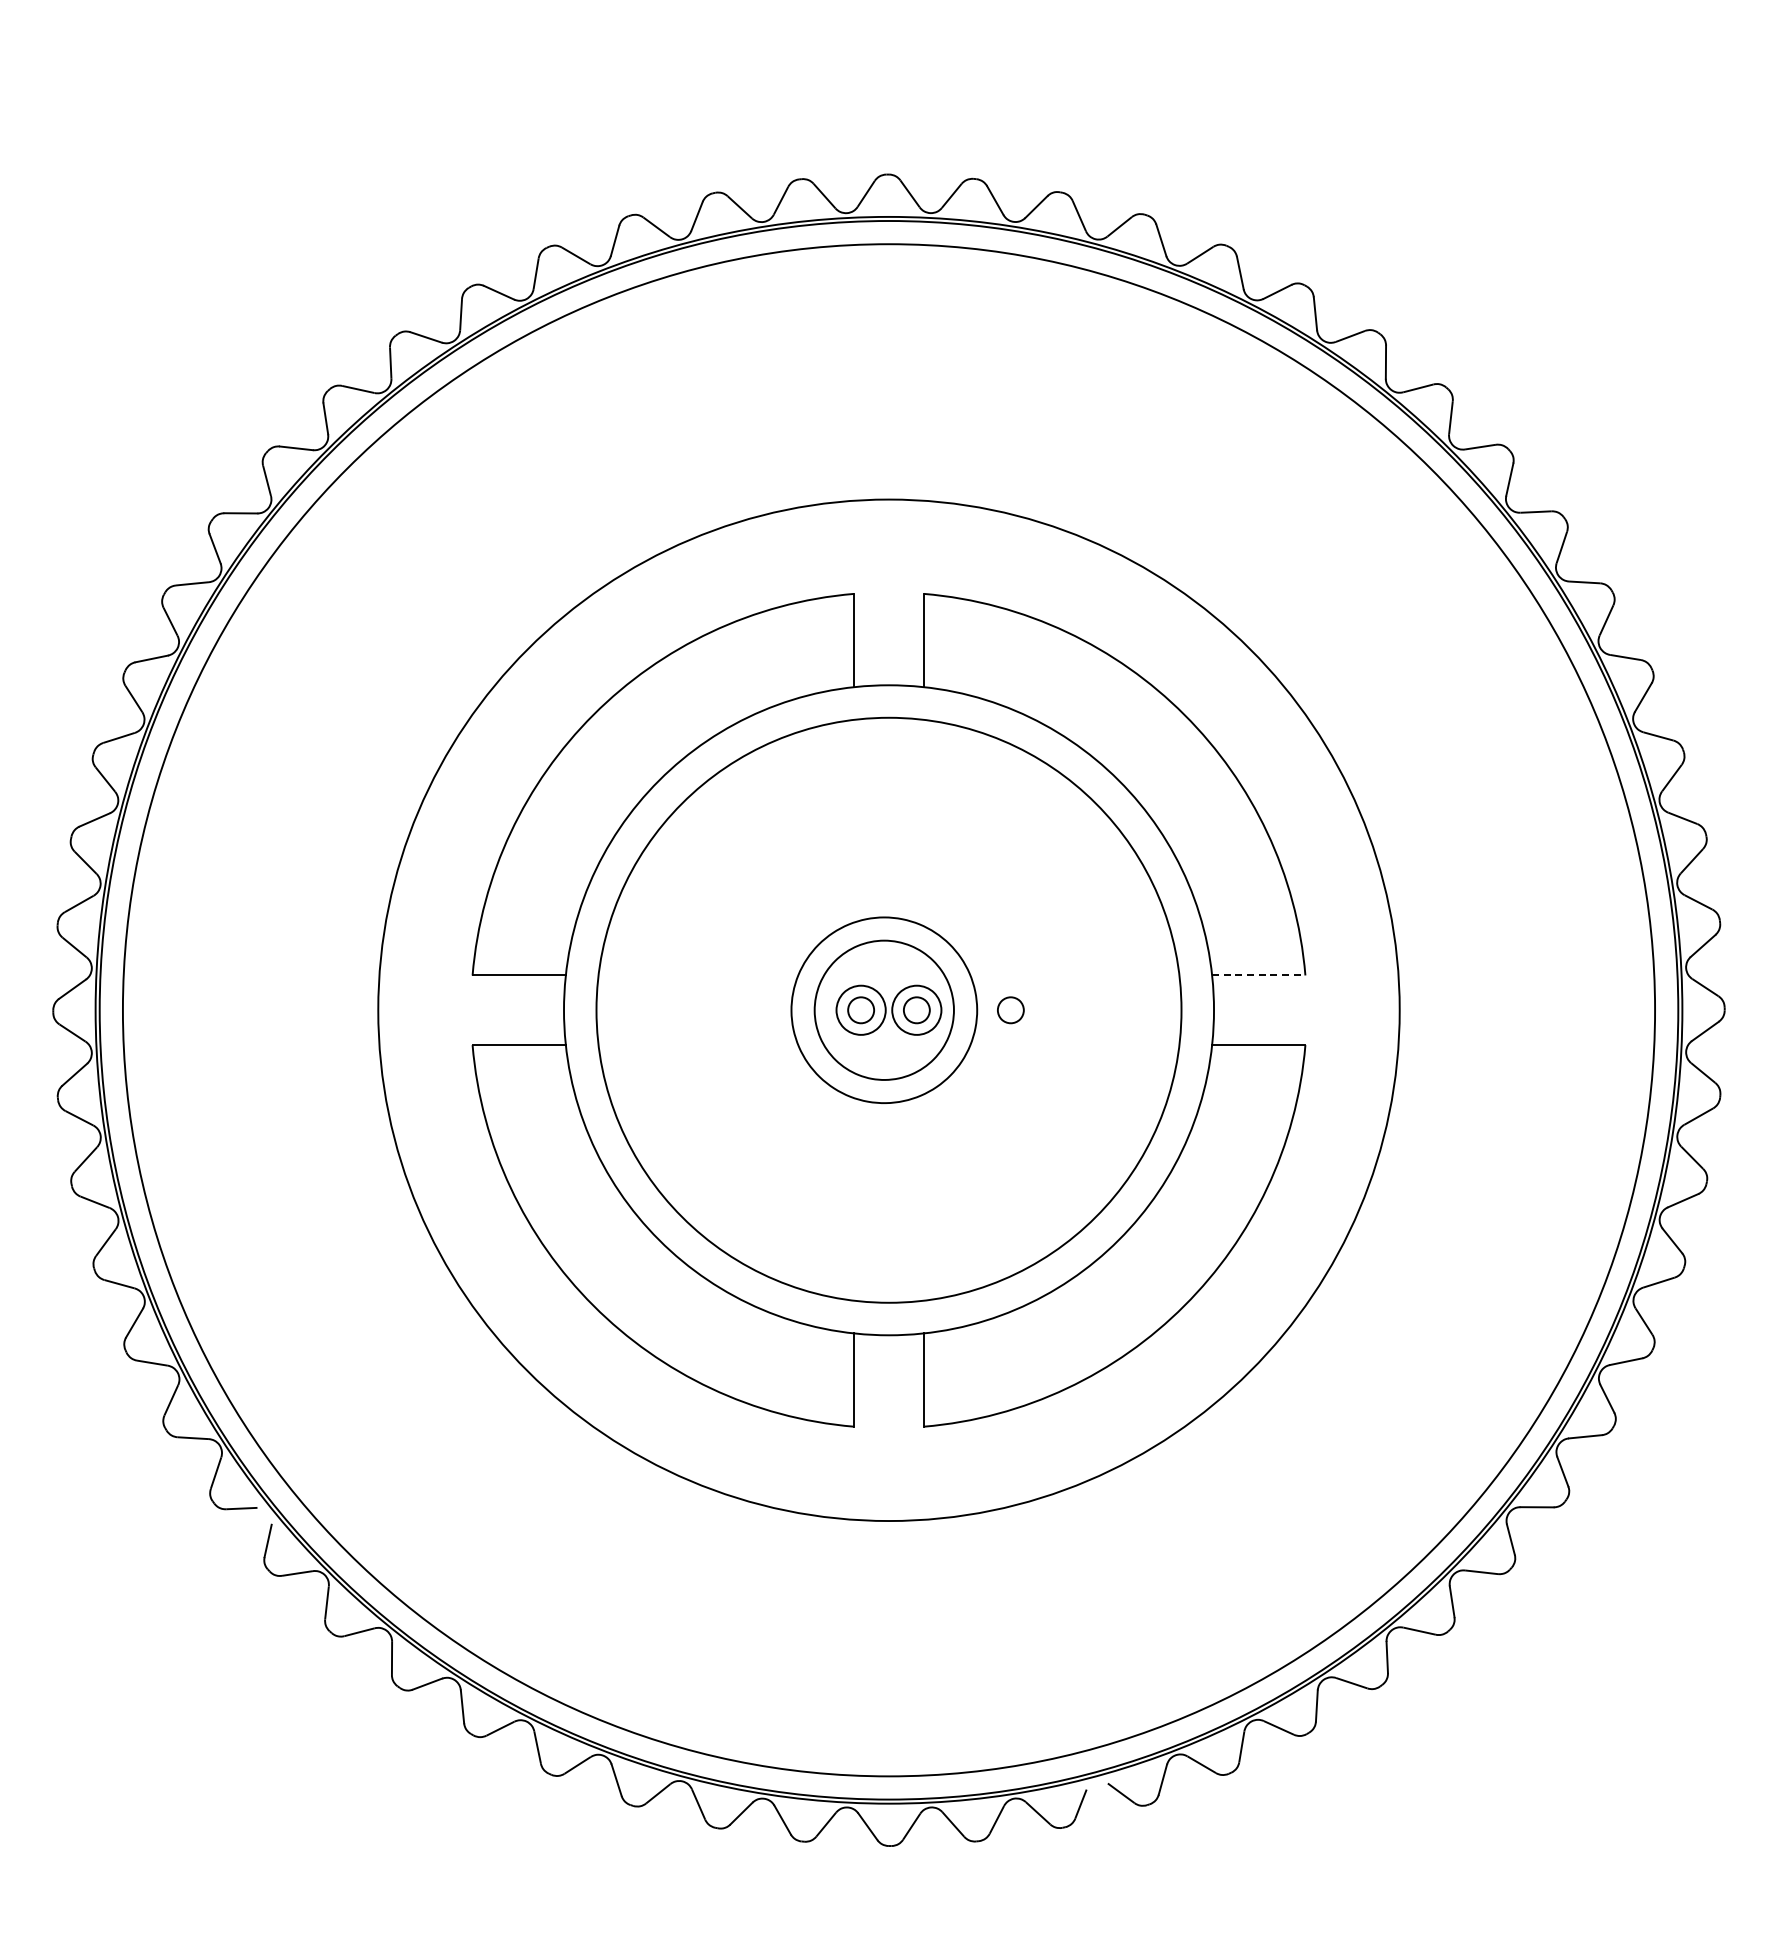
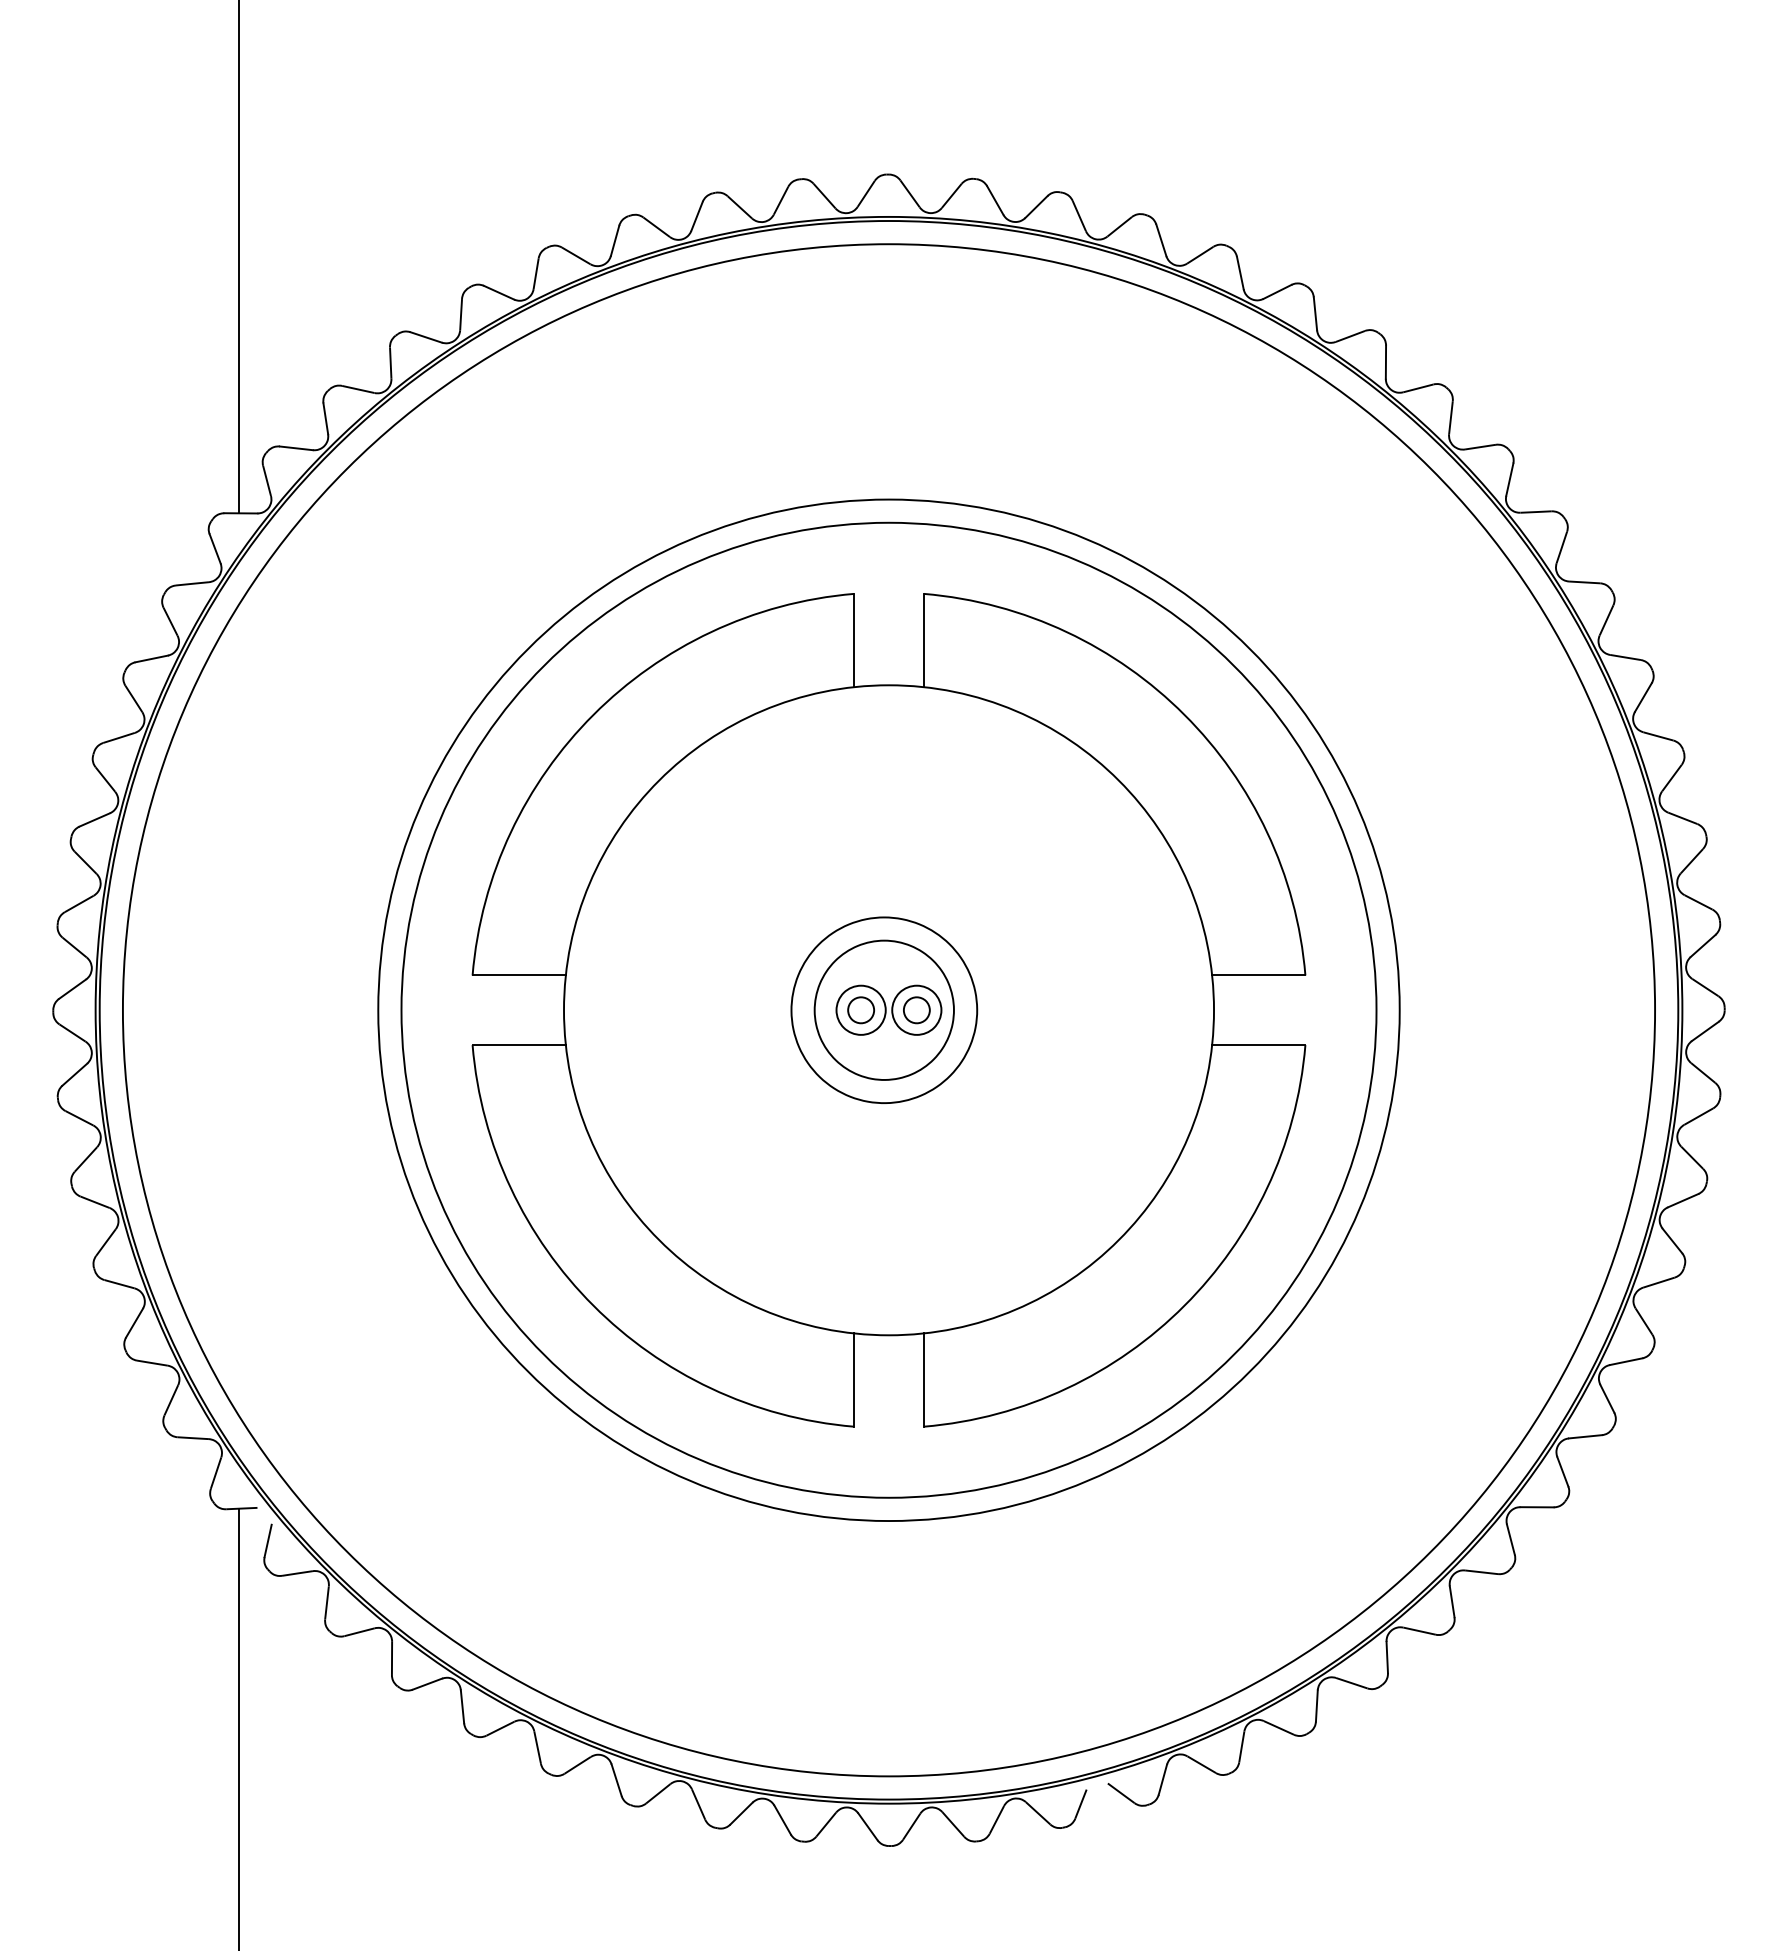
line at (239, 257): none -> present
line at (1258, 975): dashed -> solid
circle at (888, 1009) diameter: 585 px -> 975 px
part at (1010, 1010): present -> none
line at (239, 1727): none -> present
